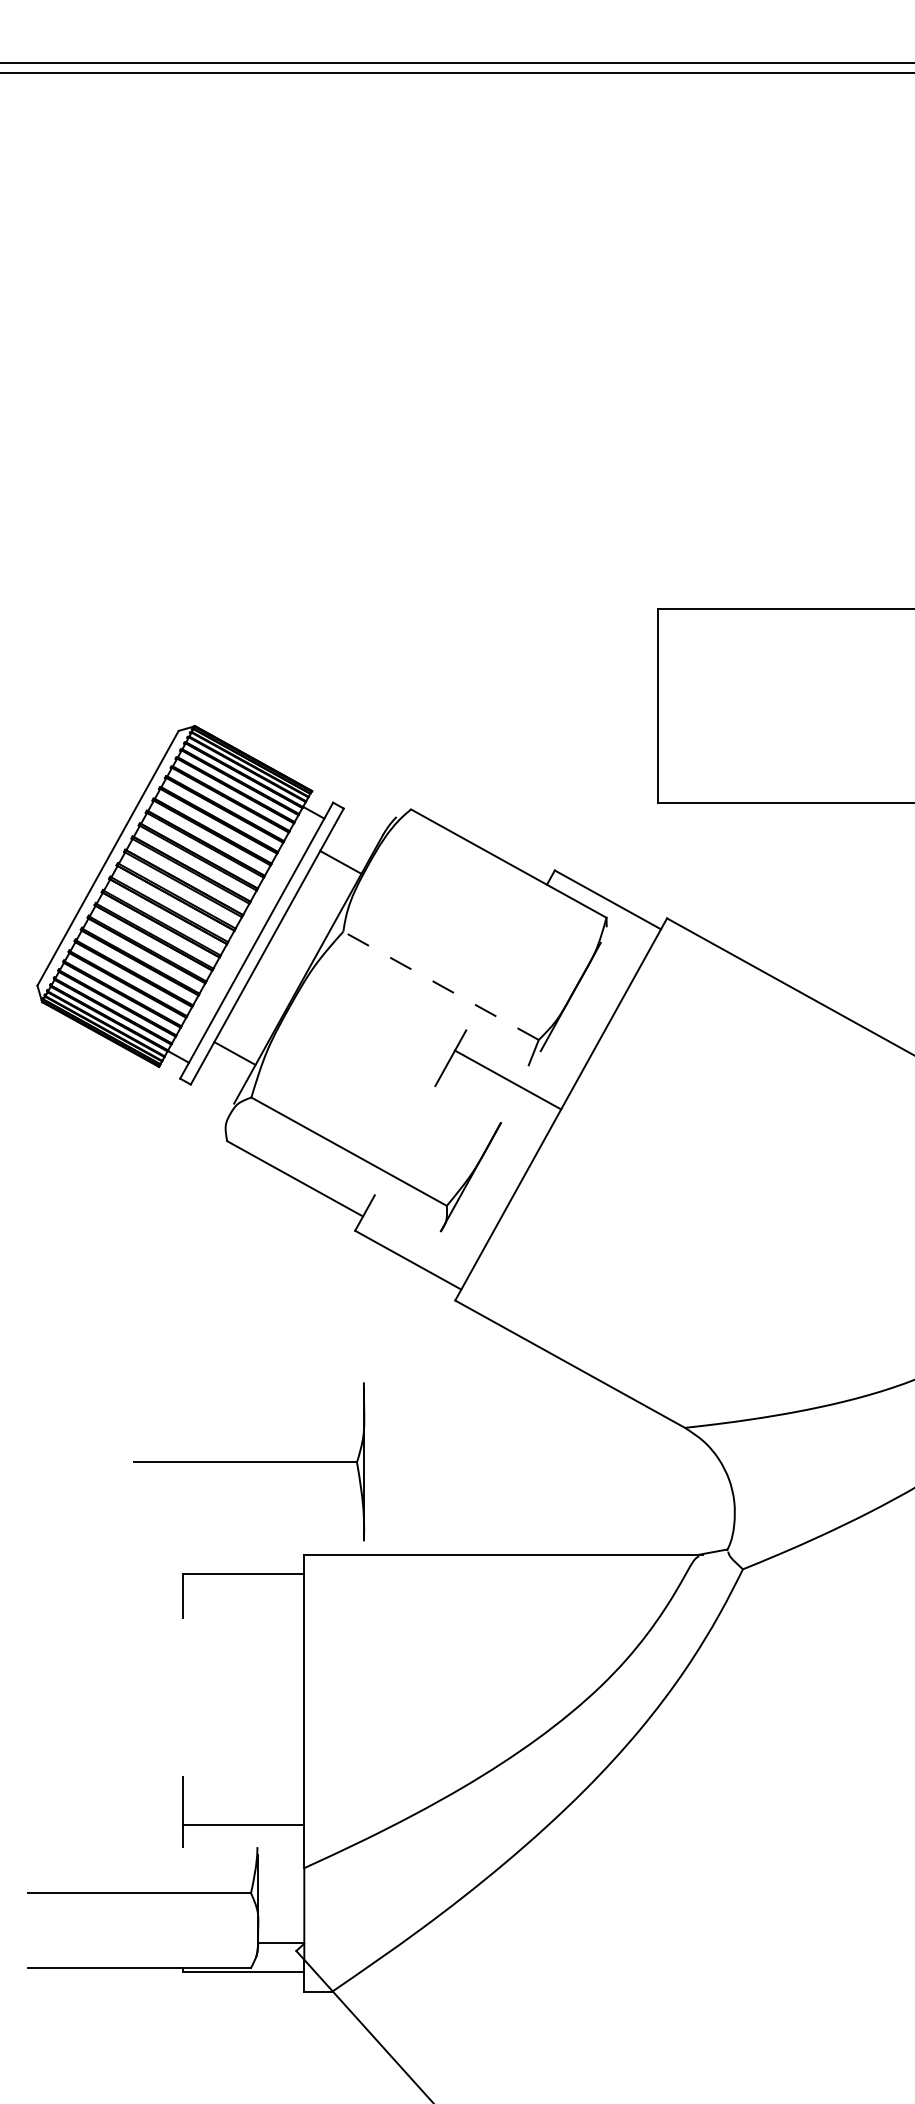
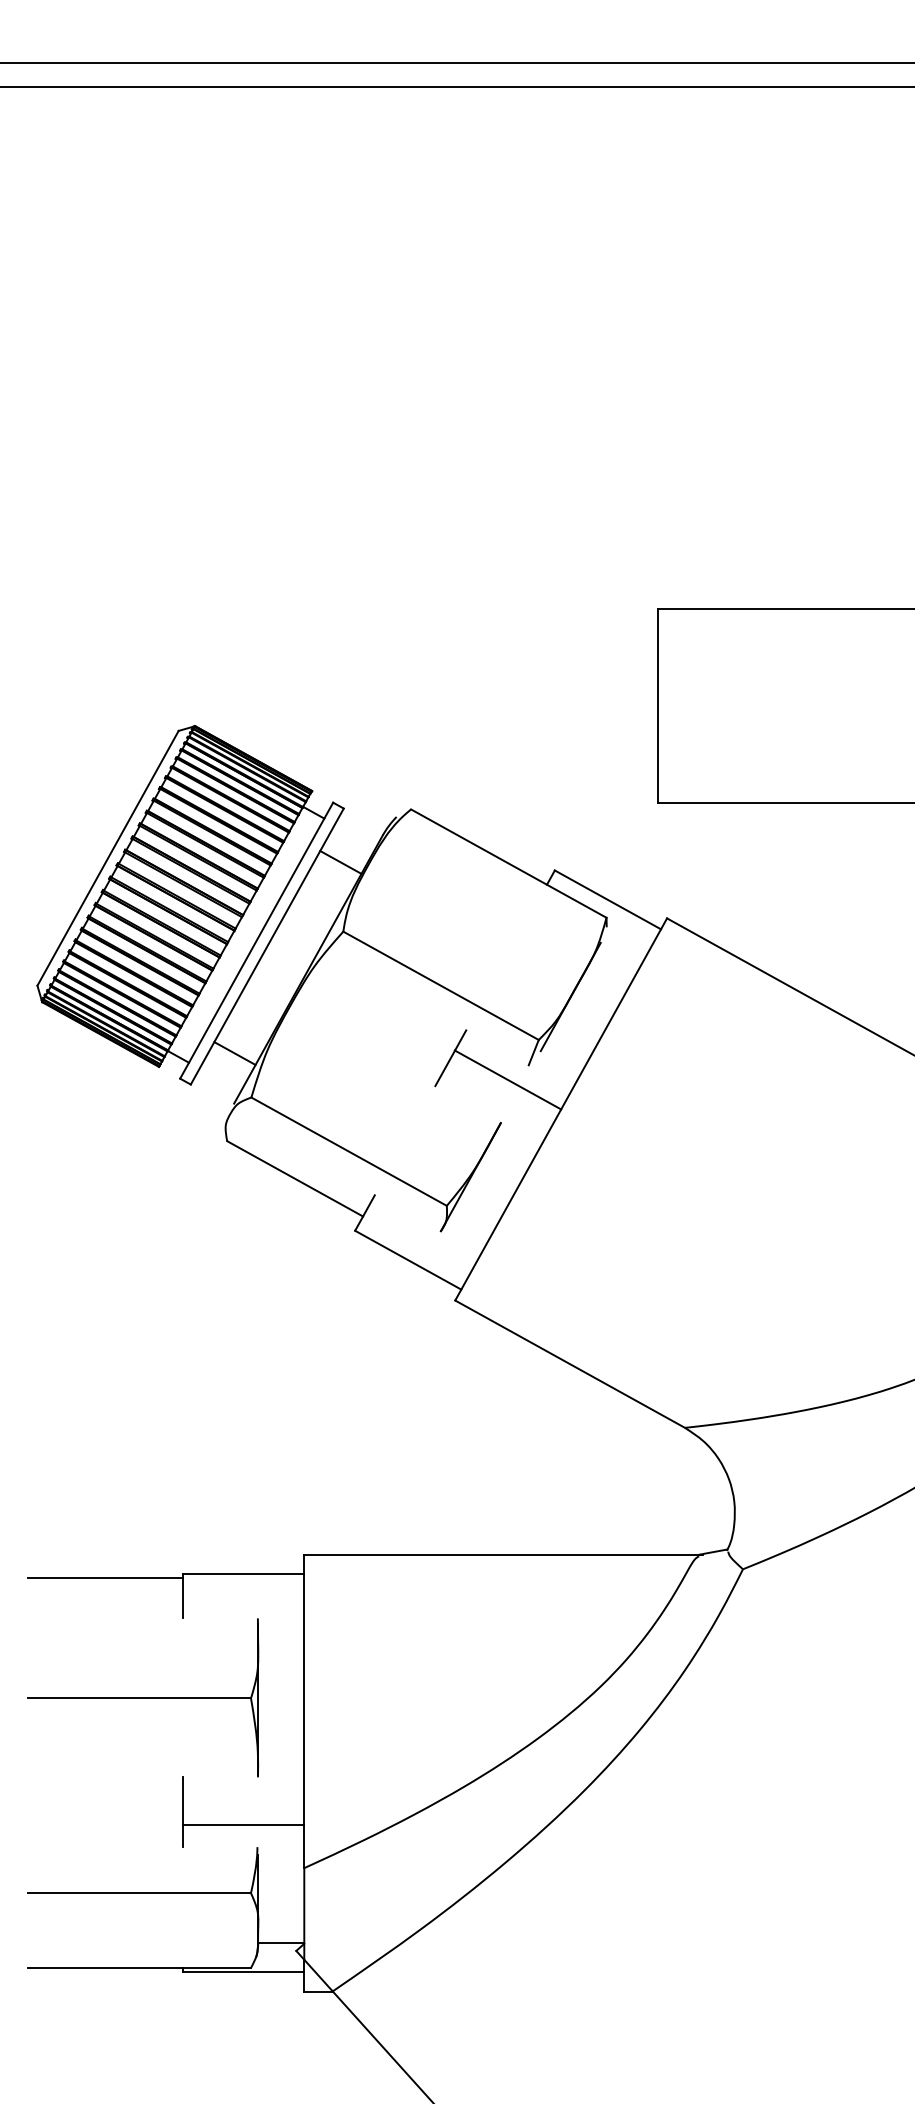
line at (456, 73) position: (456, 73) -> (456, 87)
line at (441, 985): dashed -> solid
part at (249, 1461) position: (249, 1461) -> (143, 1697)
line at (104, 1578): none -> present
